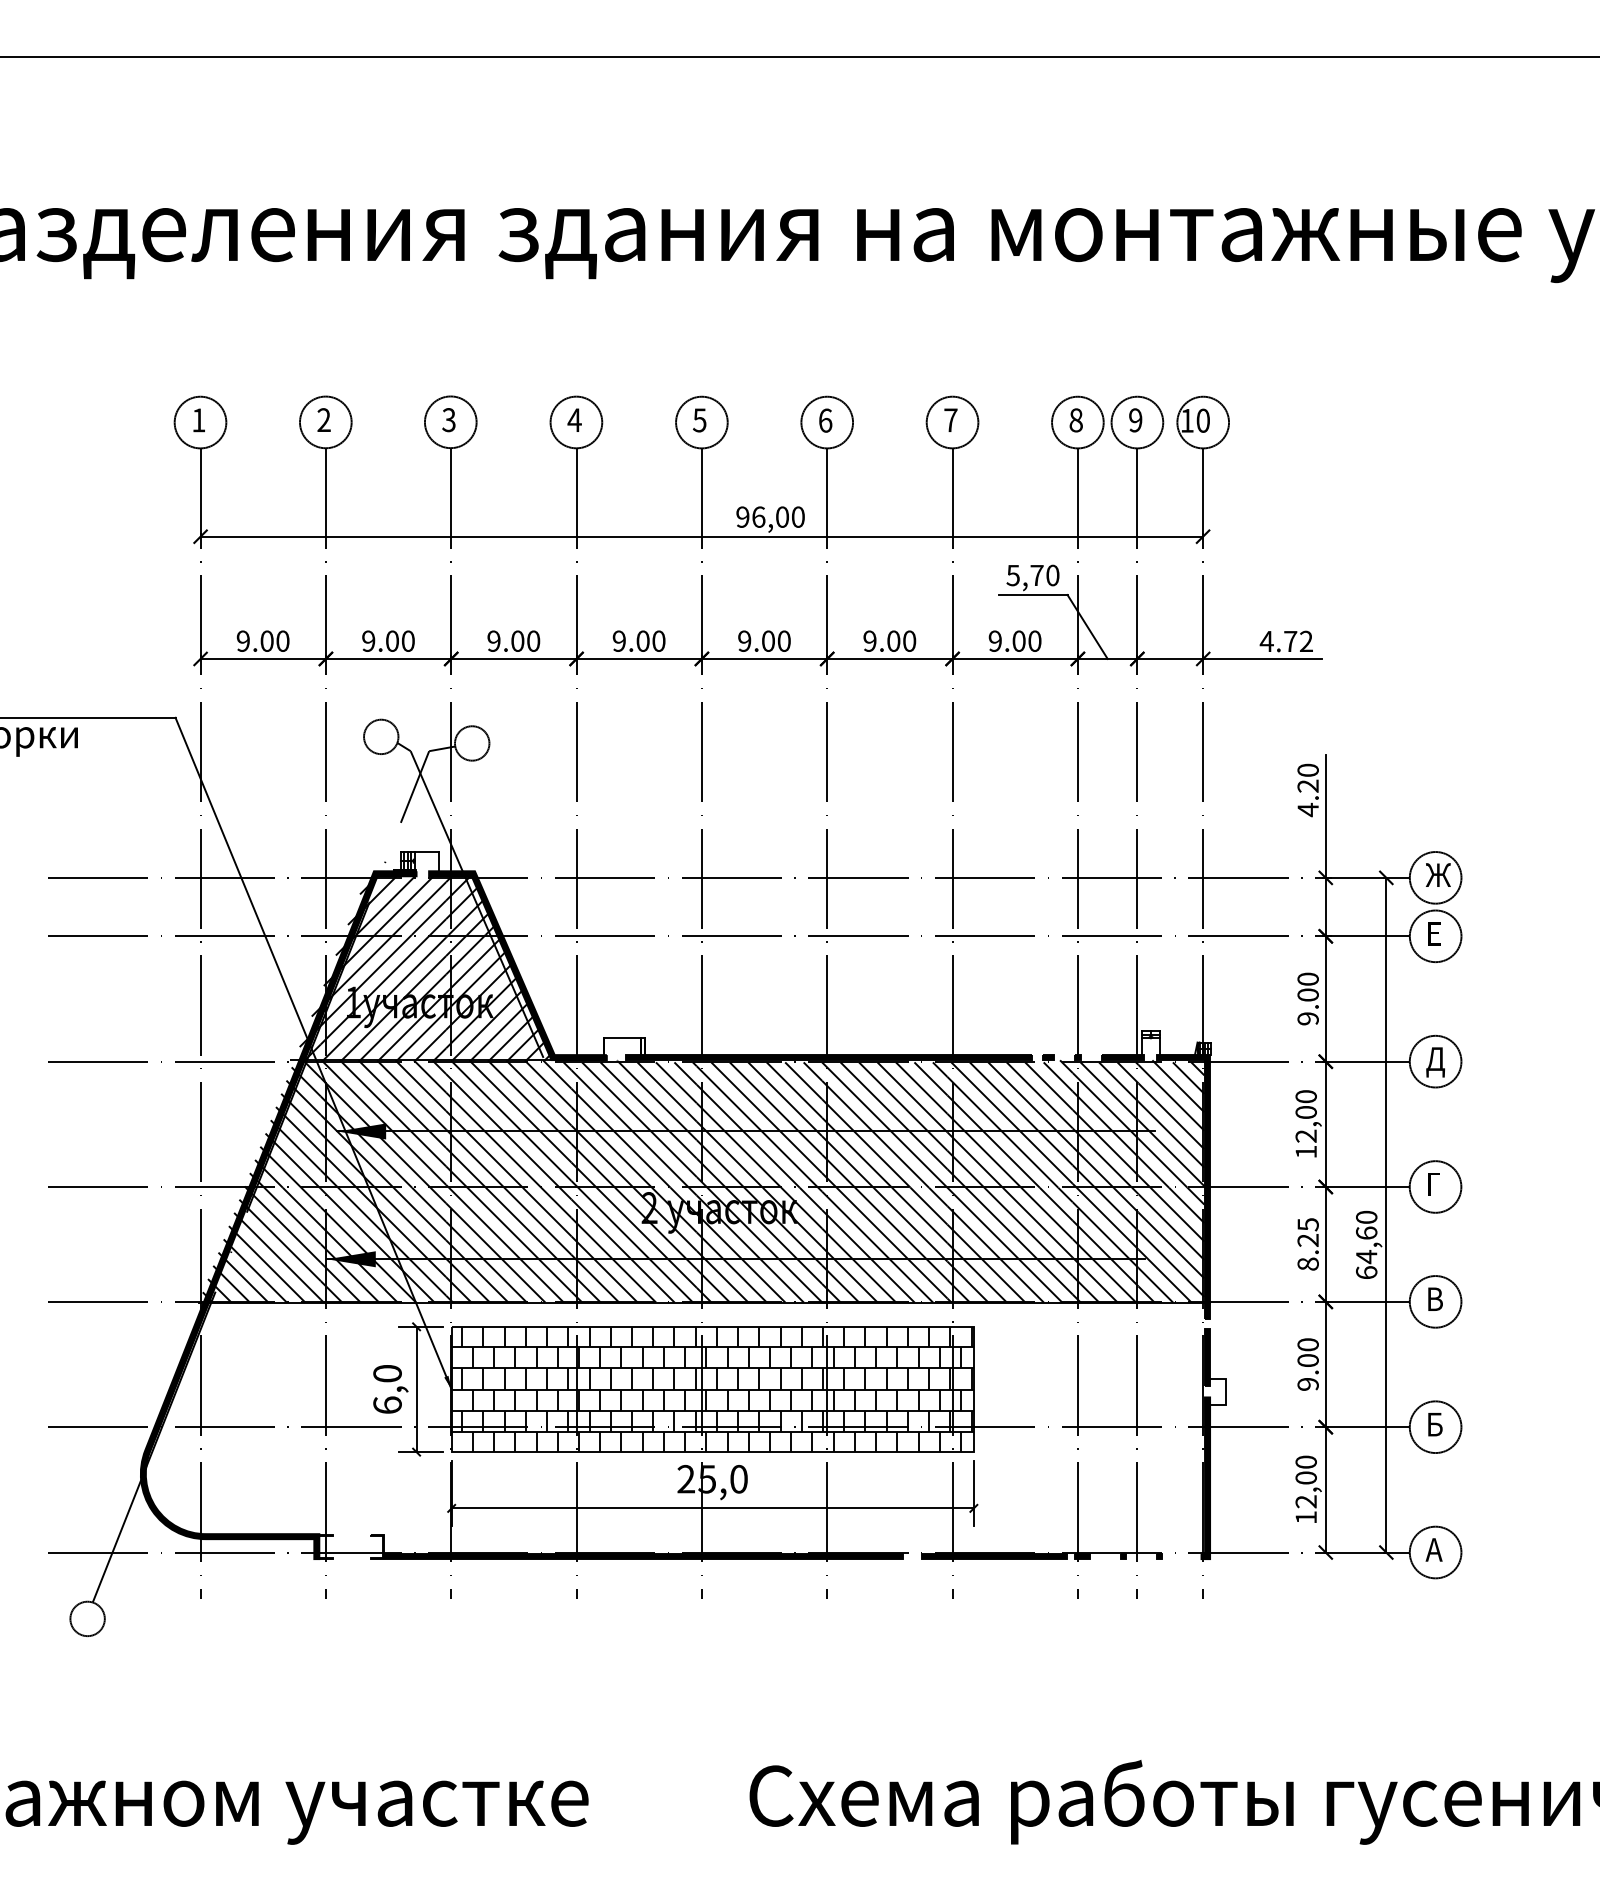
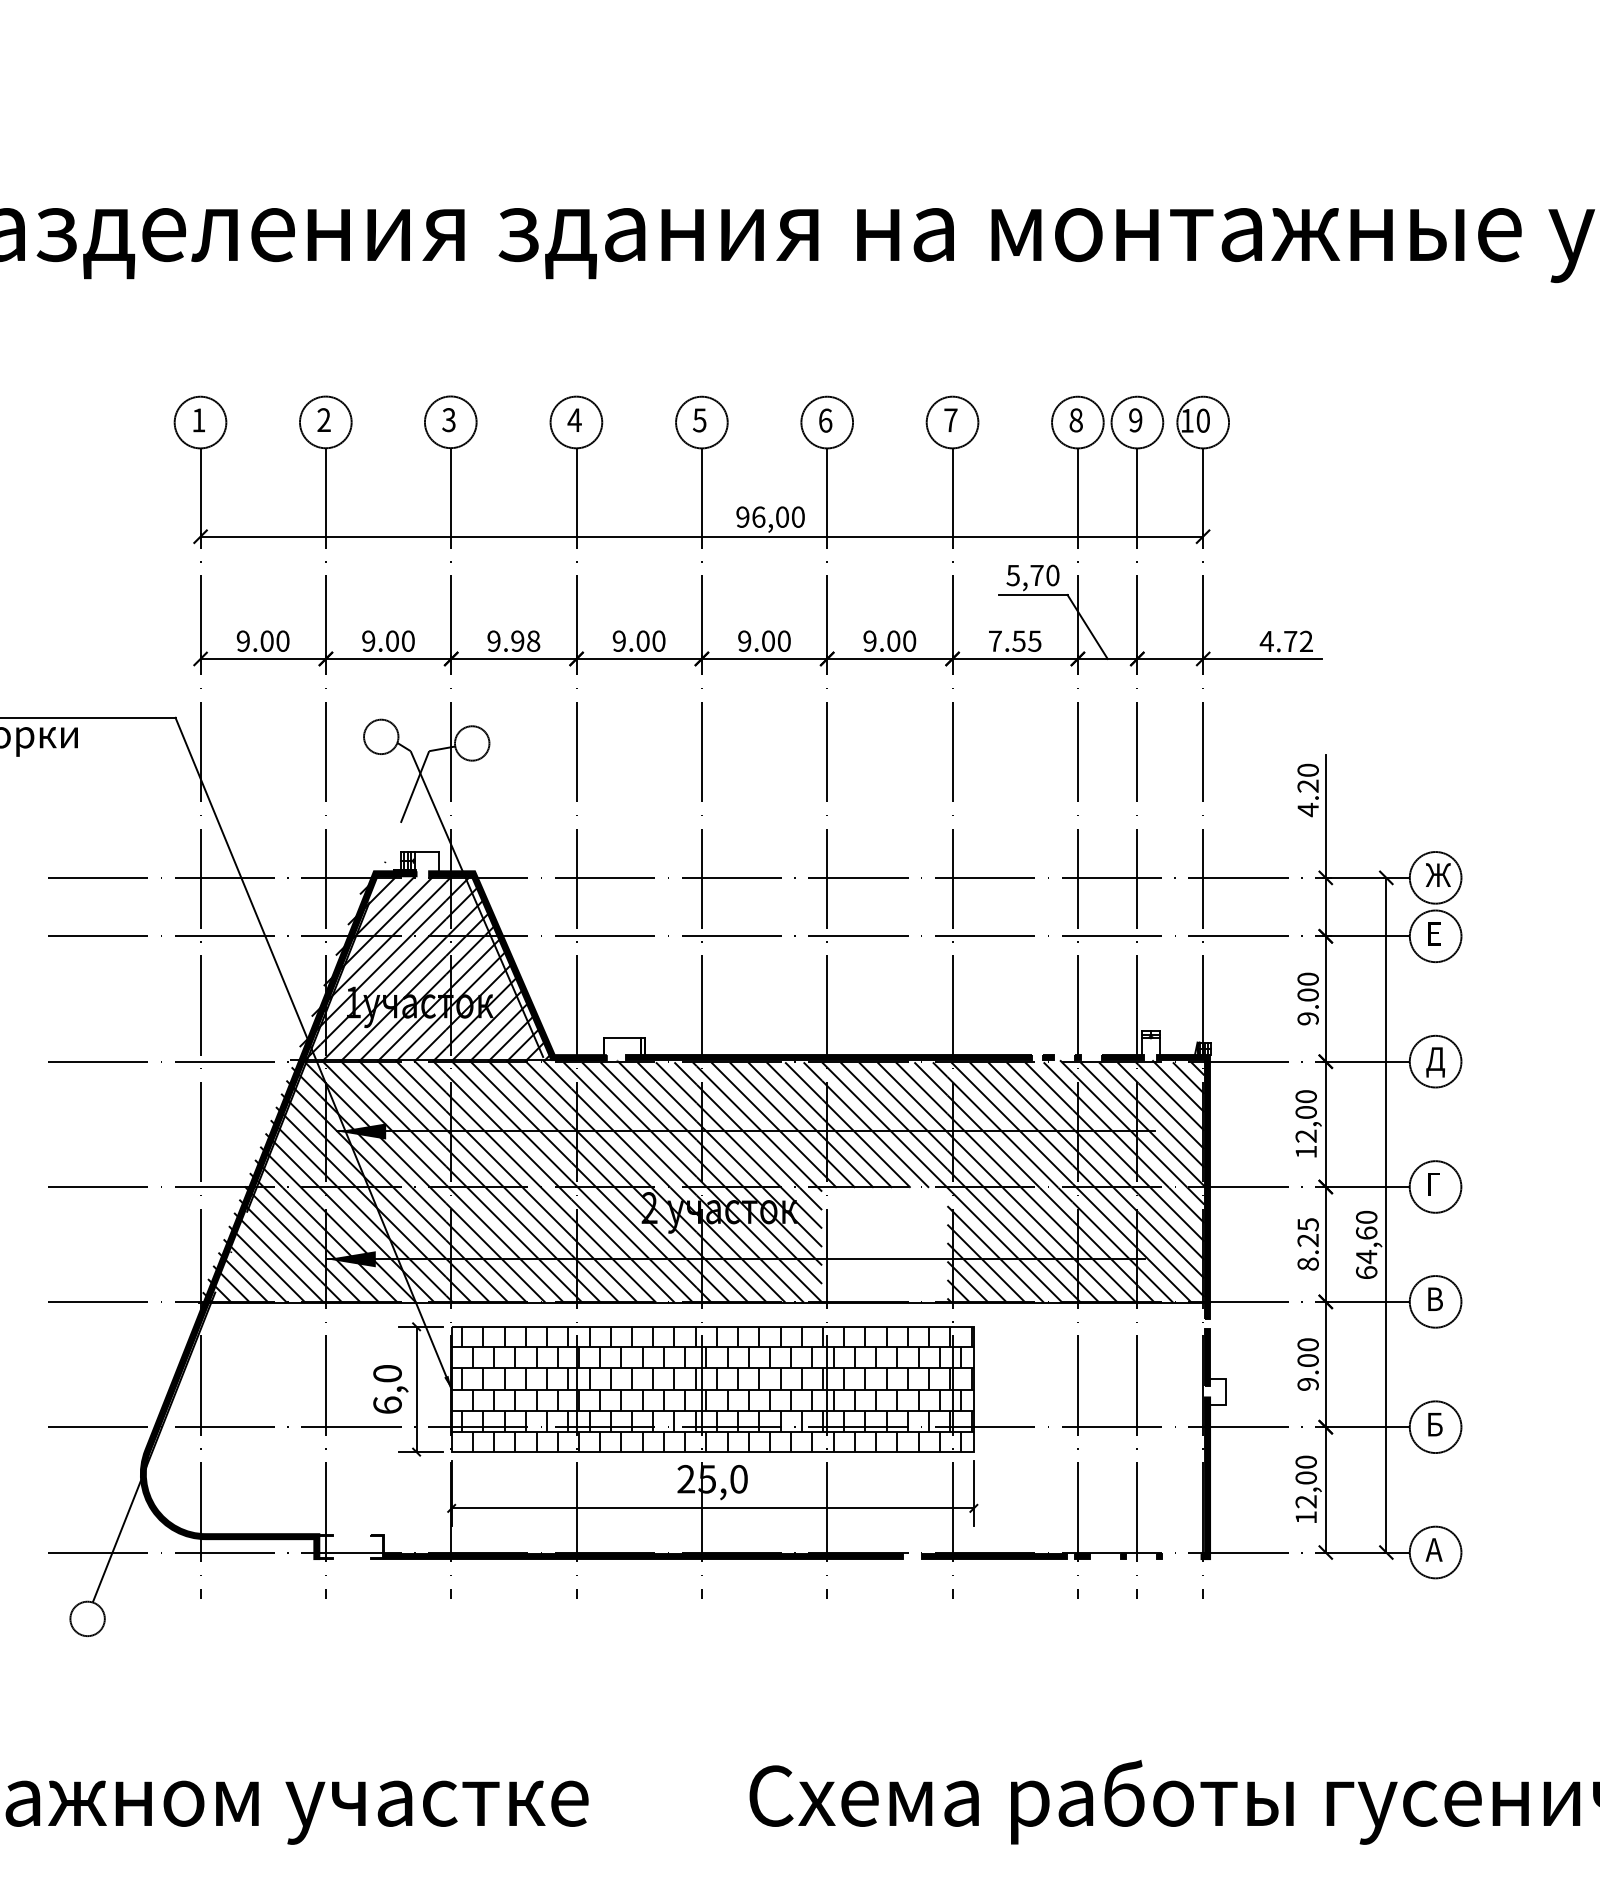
line at (799, 57): present -> none
text at (525, 640): 9.00 -> 9.98
text at (1014, 640): 9.00 -> 7.55
hatch at (884, 1244): present -> none
